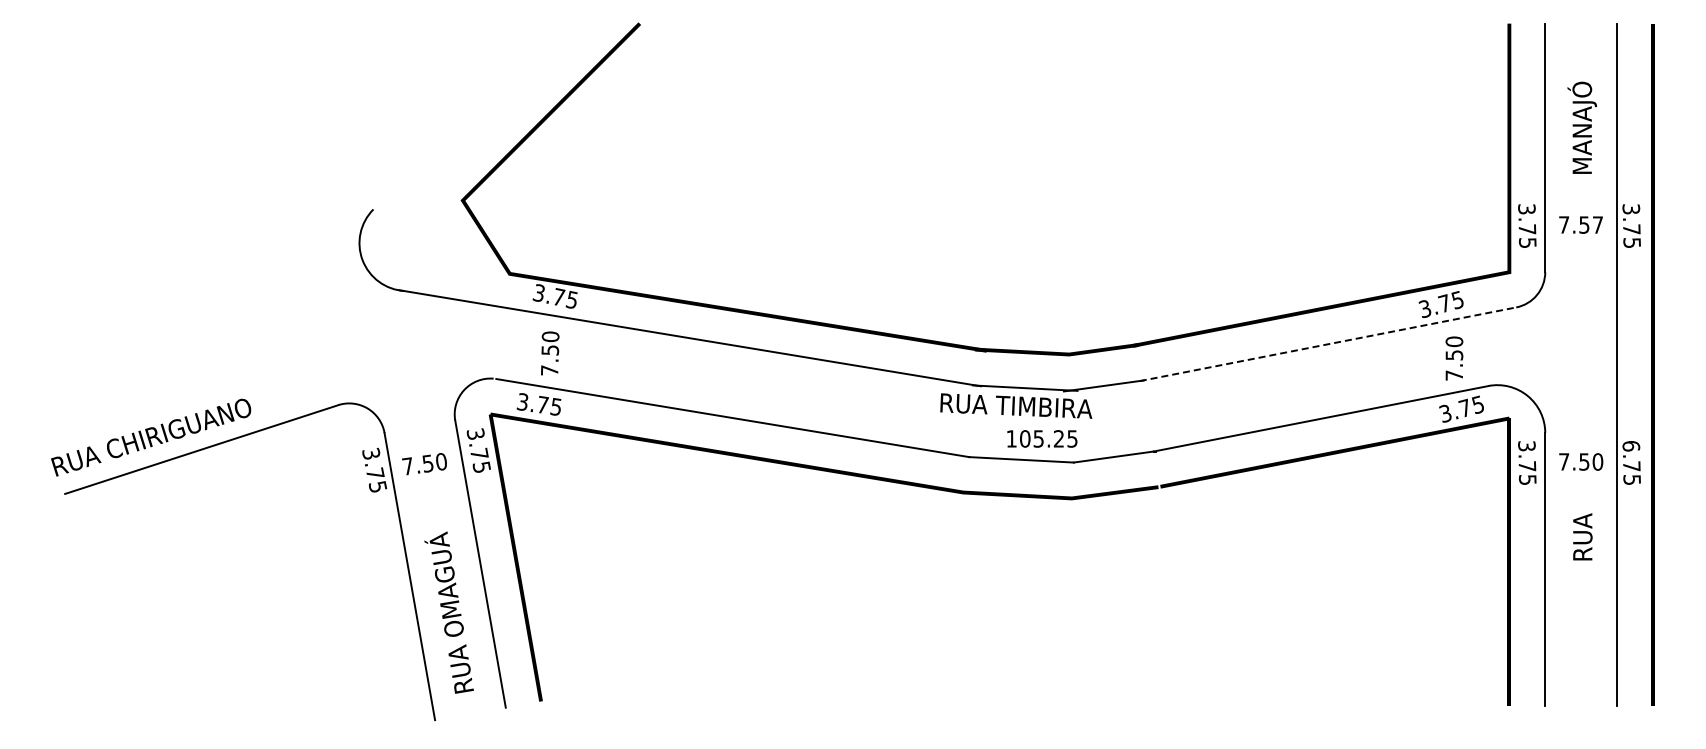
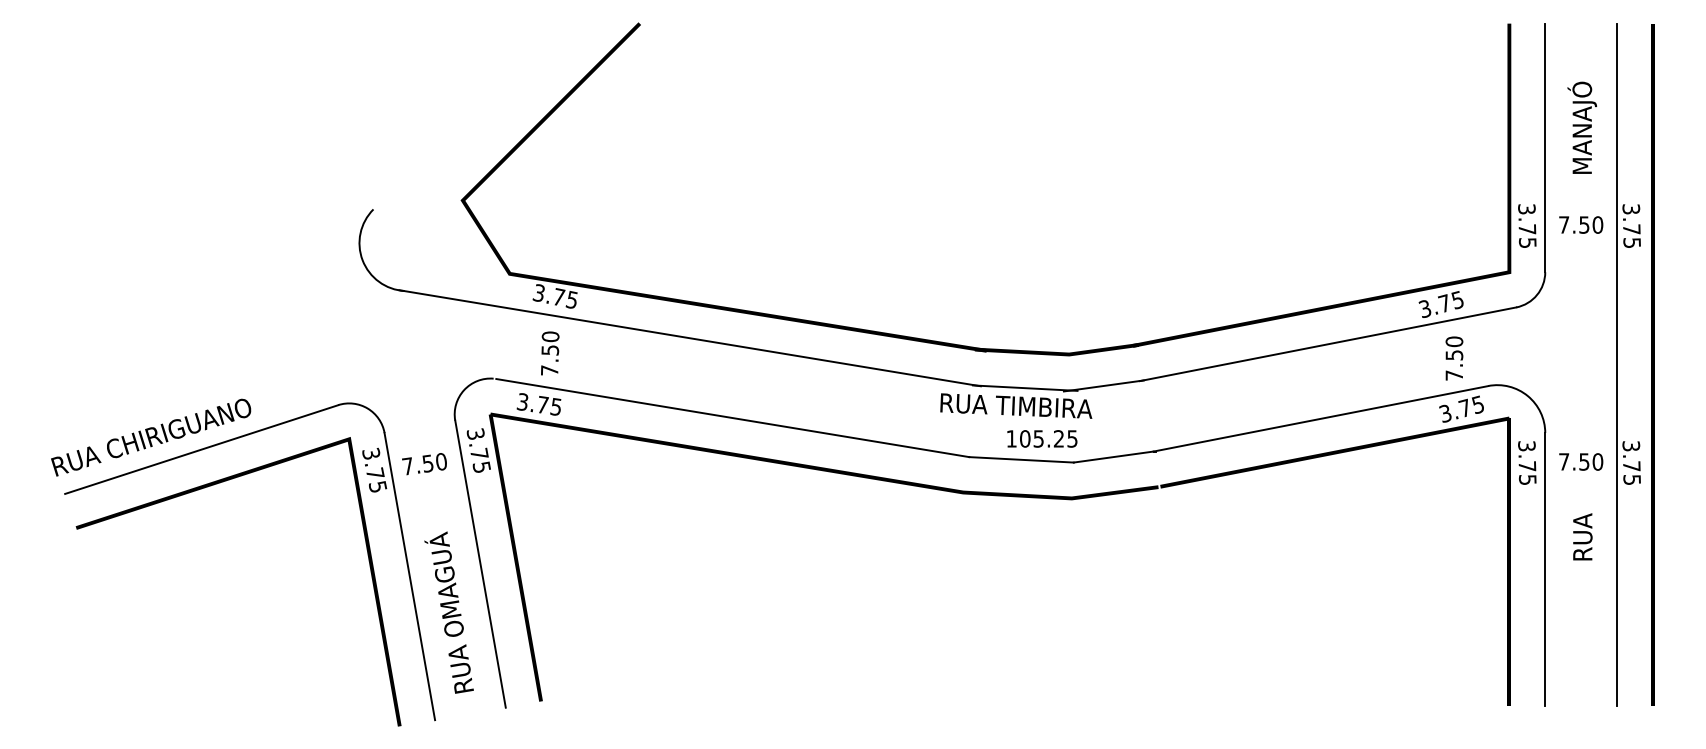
text at (1597, 224): 7.57 -> 7.50
line at (1328, 344): dashed -> solid
text at (1631, 446): 6.75 -> 3.75
line at (211, 486): none -> present
